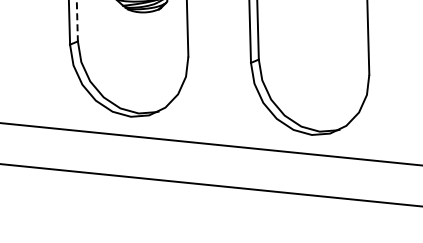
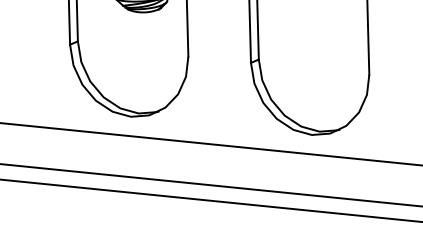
line at (77, 21): dashed -> solid
line at (210, 200): none -> present
